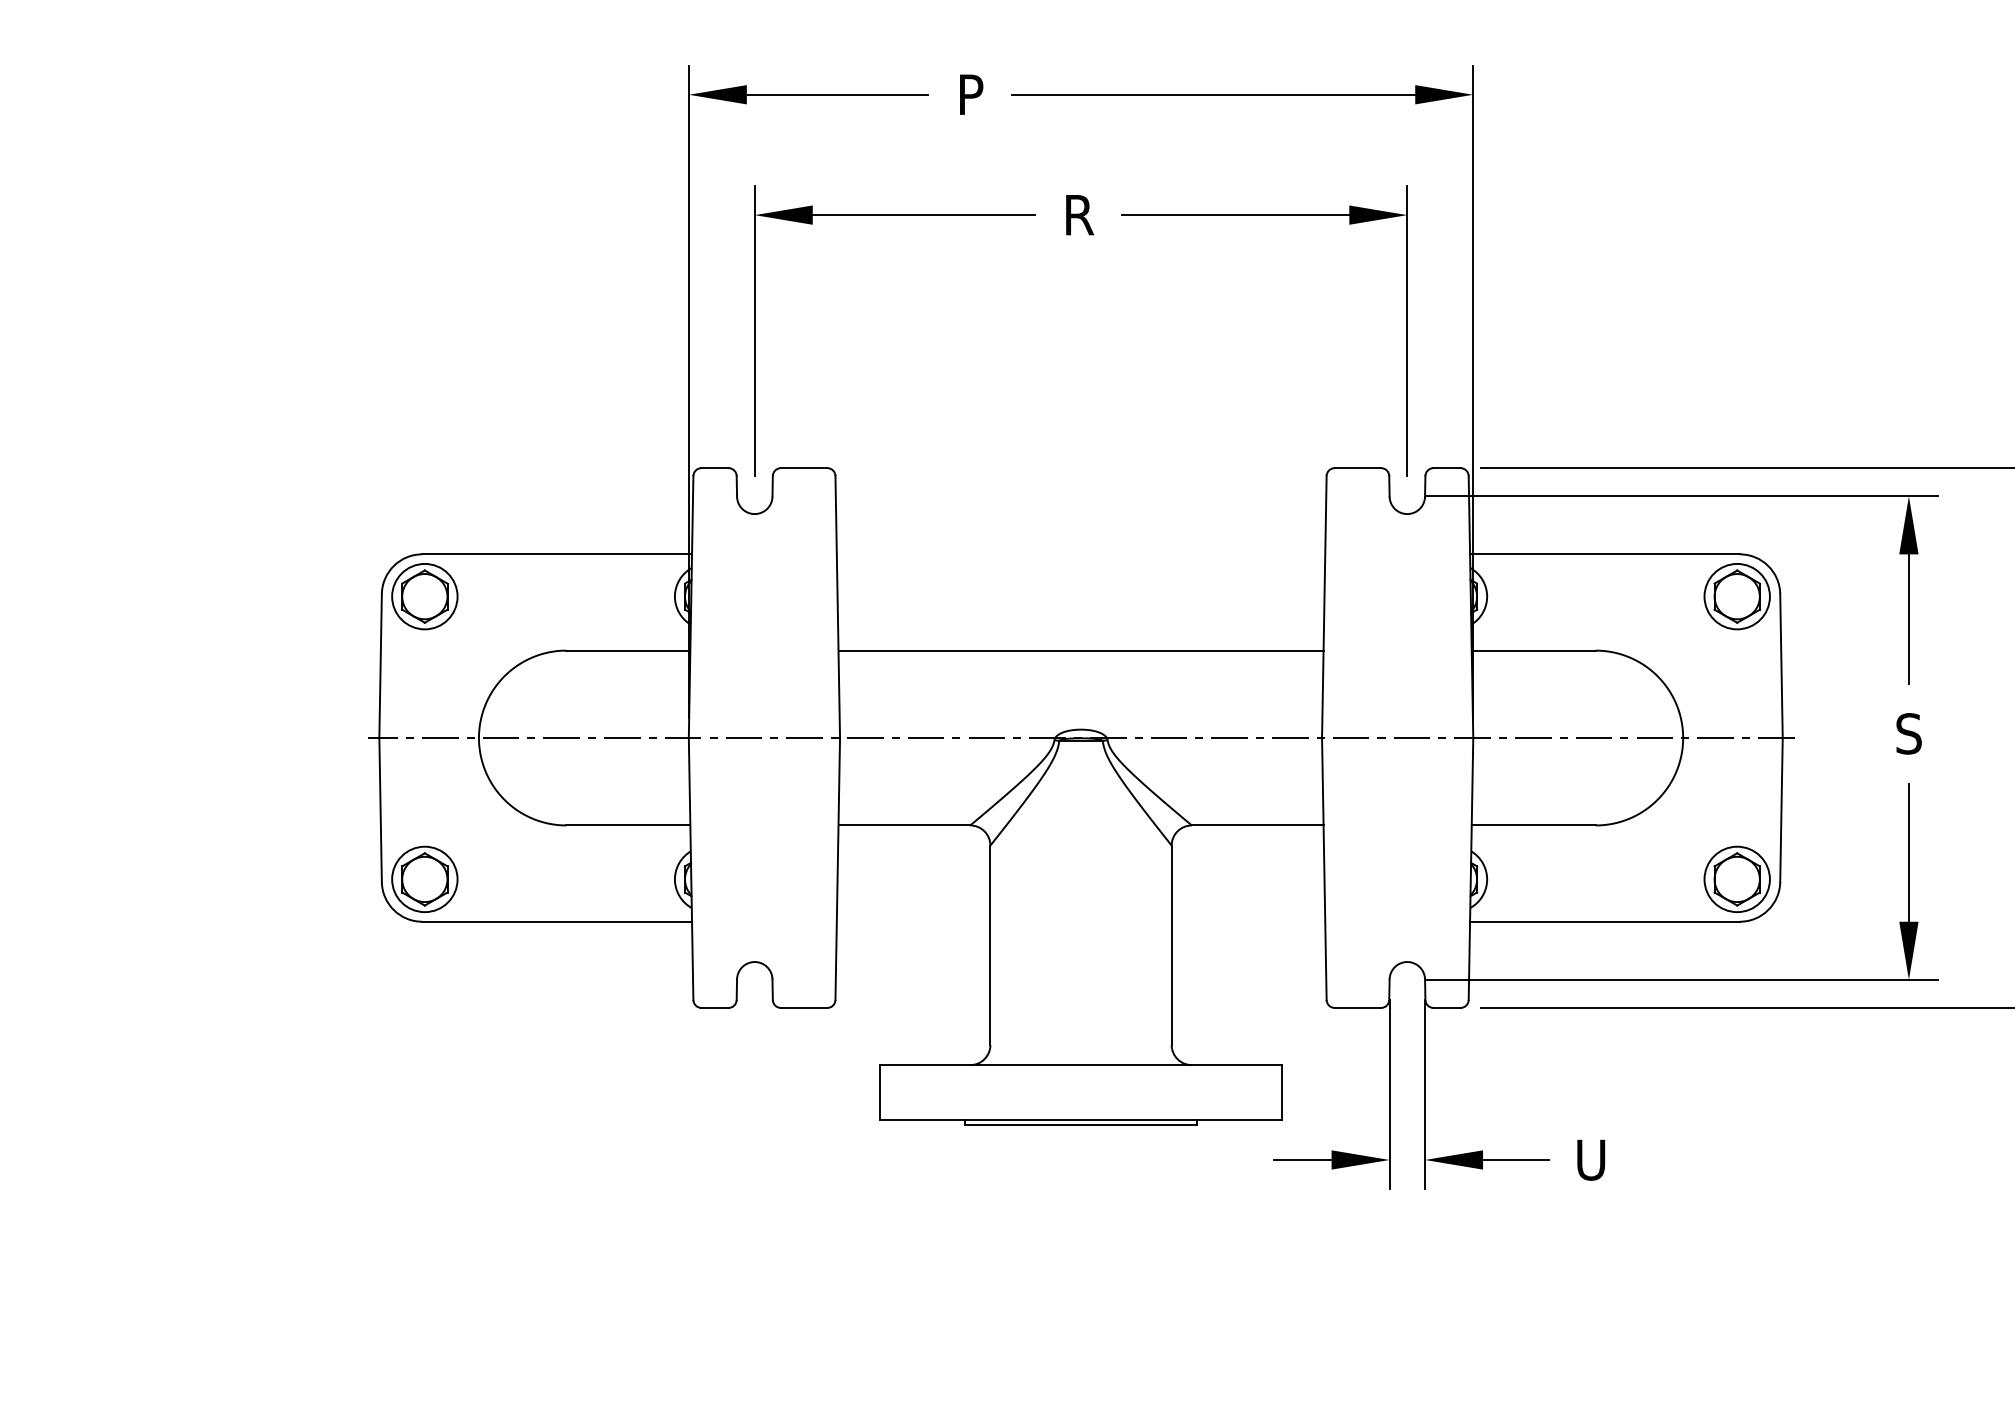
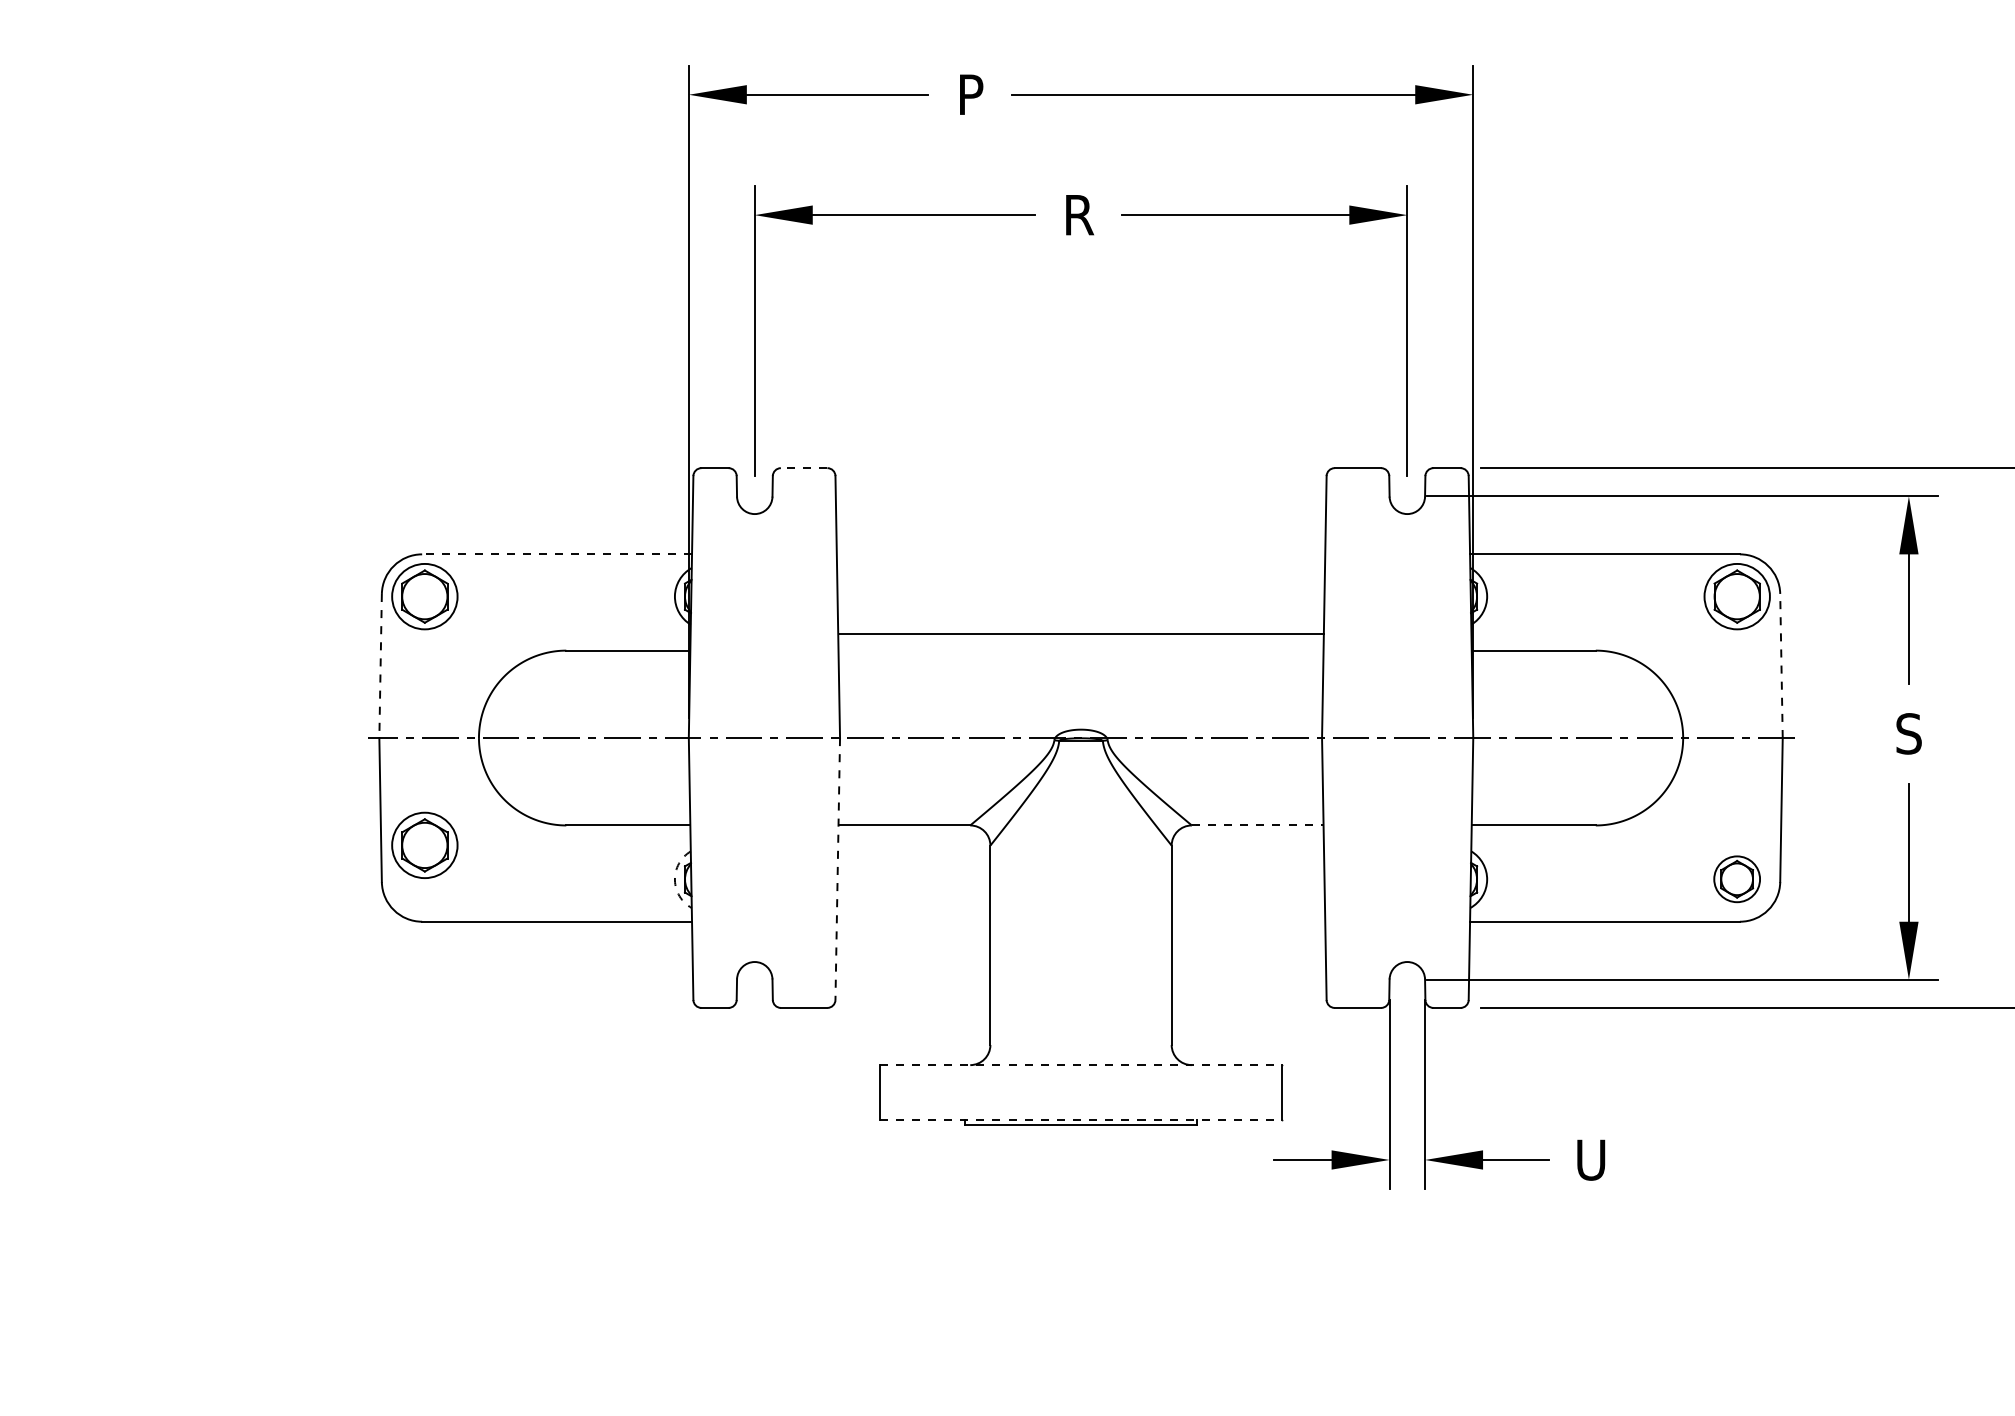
line at (803, 468): solid -> dashed
line at (557, 554): solid -> dashed
line at (1080, 650) position: (1080, 650) -> (1080, 633)
line at (1781, 665): solid -> dashed
line at (380, 666): solid -> dashed
line at (1257, 825): solid -> dashed
line at (837, 869): solid -> dashed
part at (424, 878) position: (424, 878) -> (424, 844)
part at (1736, 878) size: 68x68 px -> 48x49 px
arc at (674, 880): solid -> dashed
line at (1081, 1065): solid -> dashed
line at (1081, 1119): solid -> dashed
